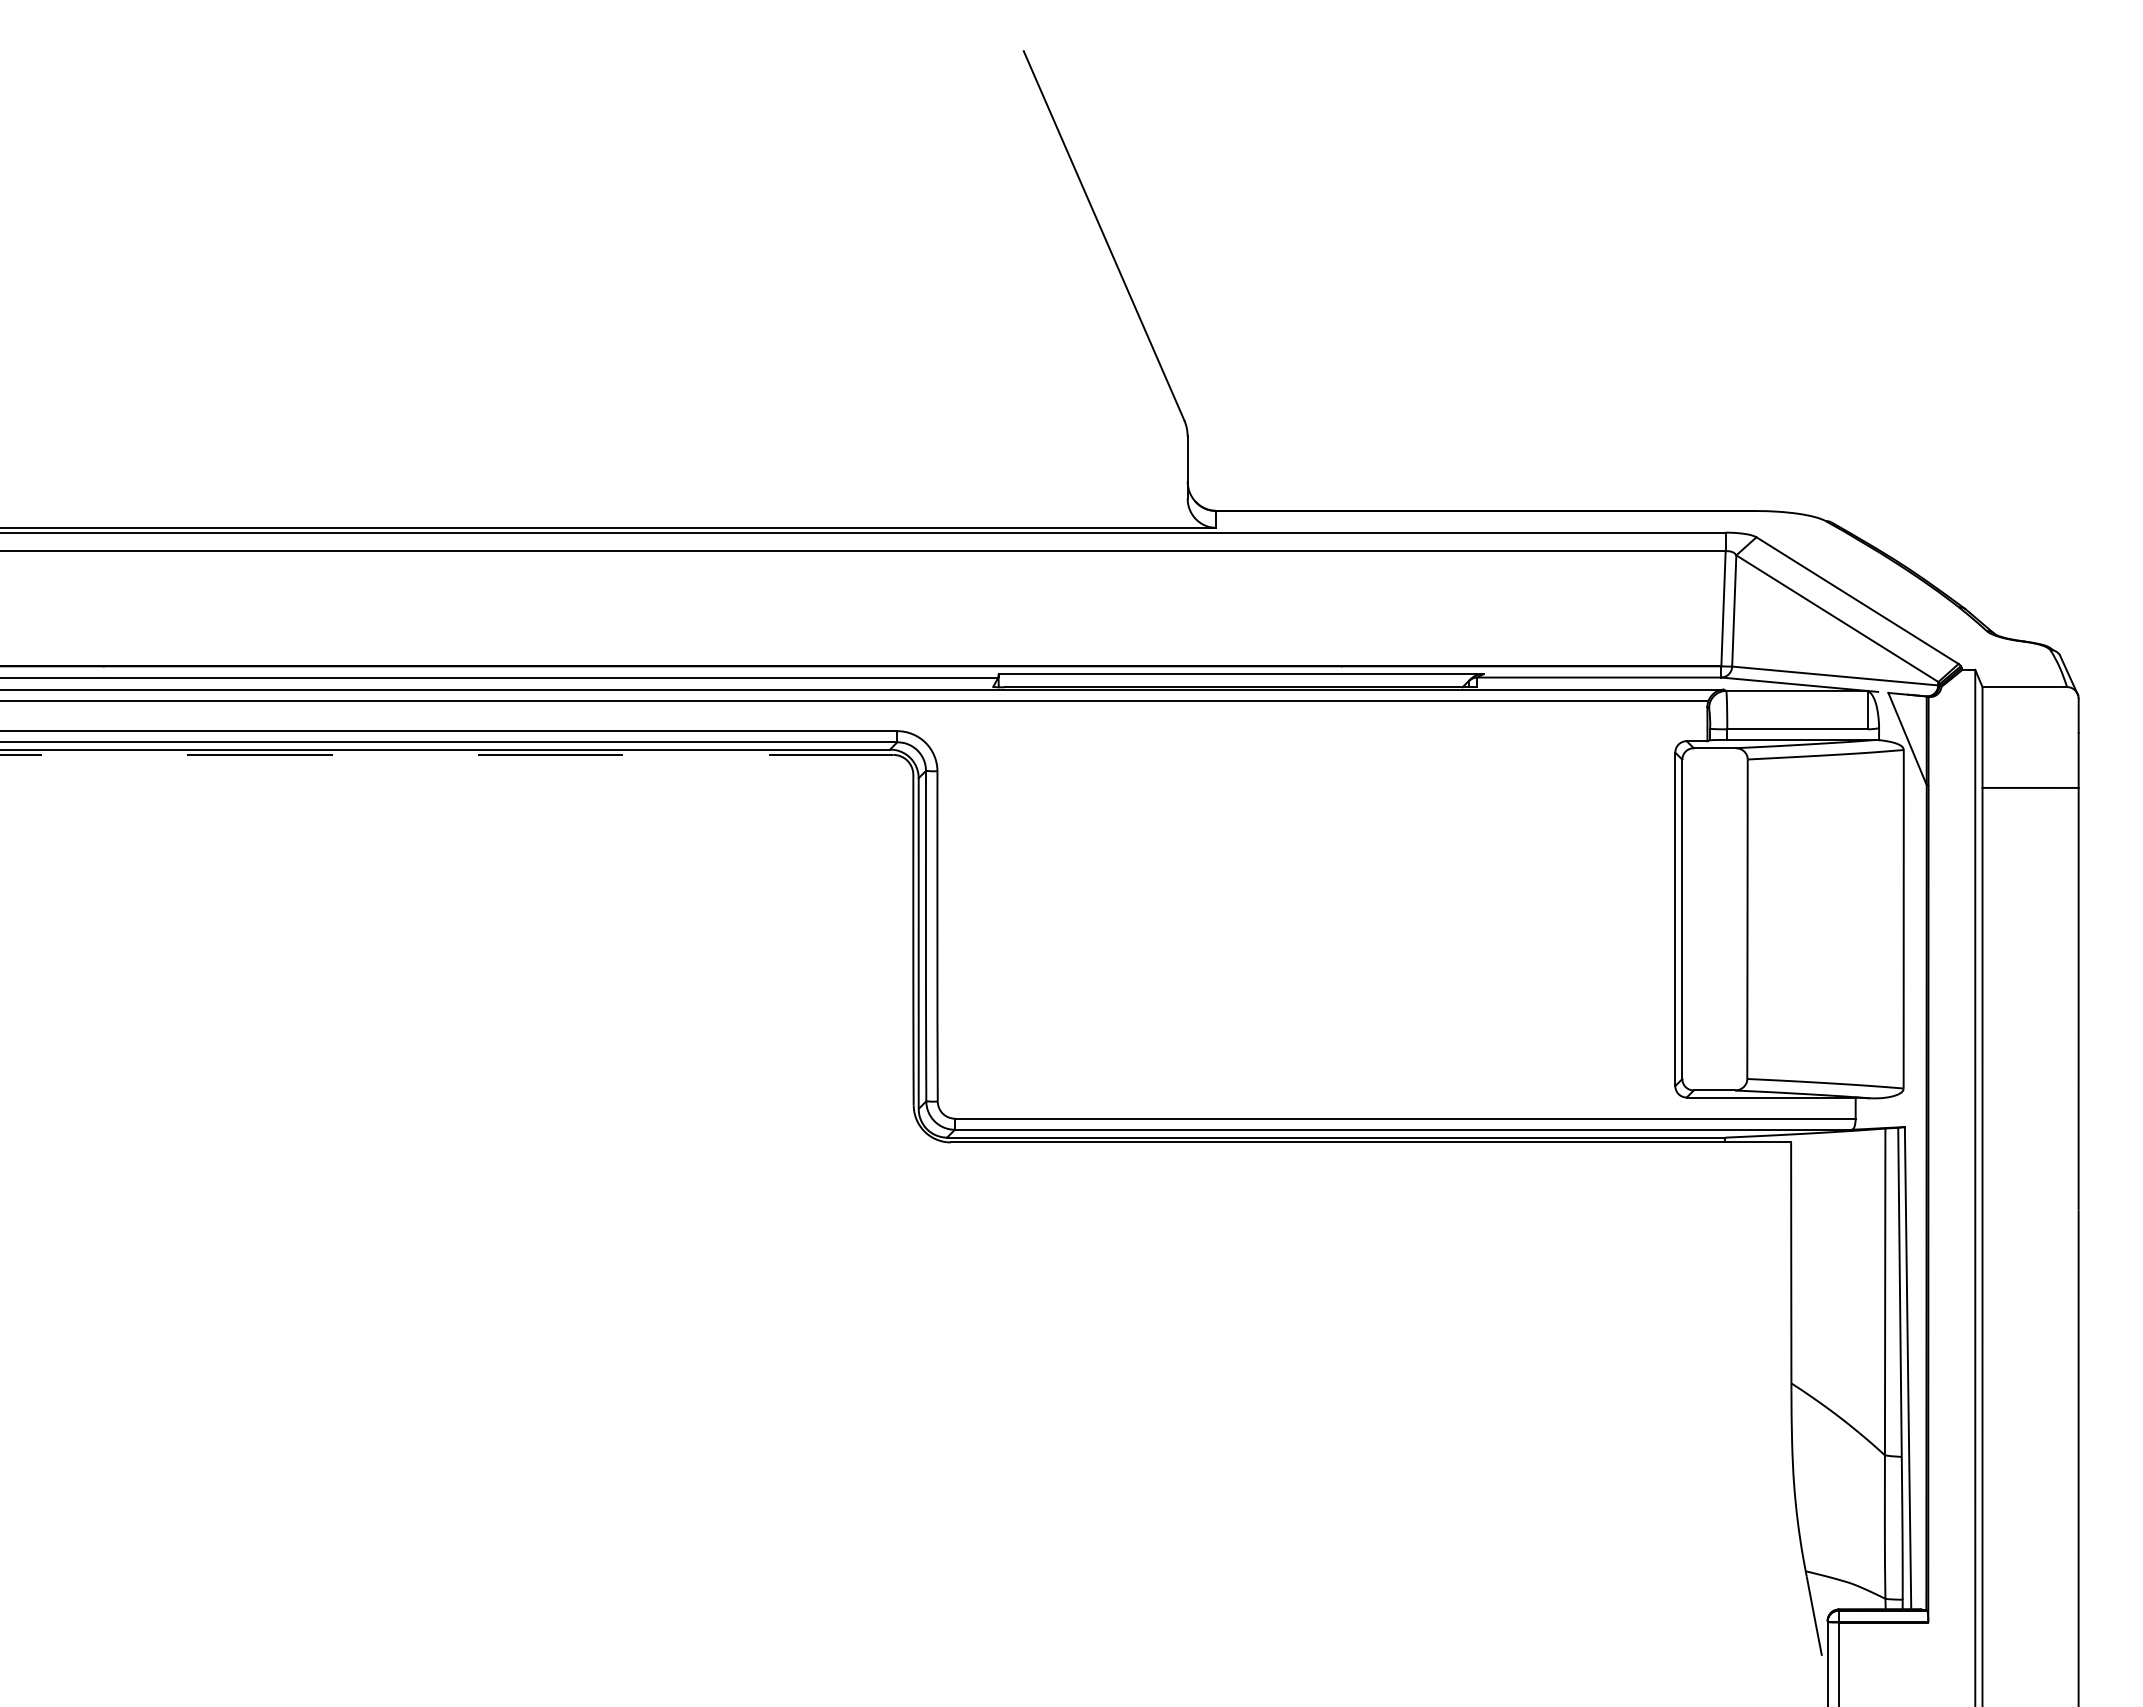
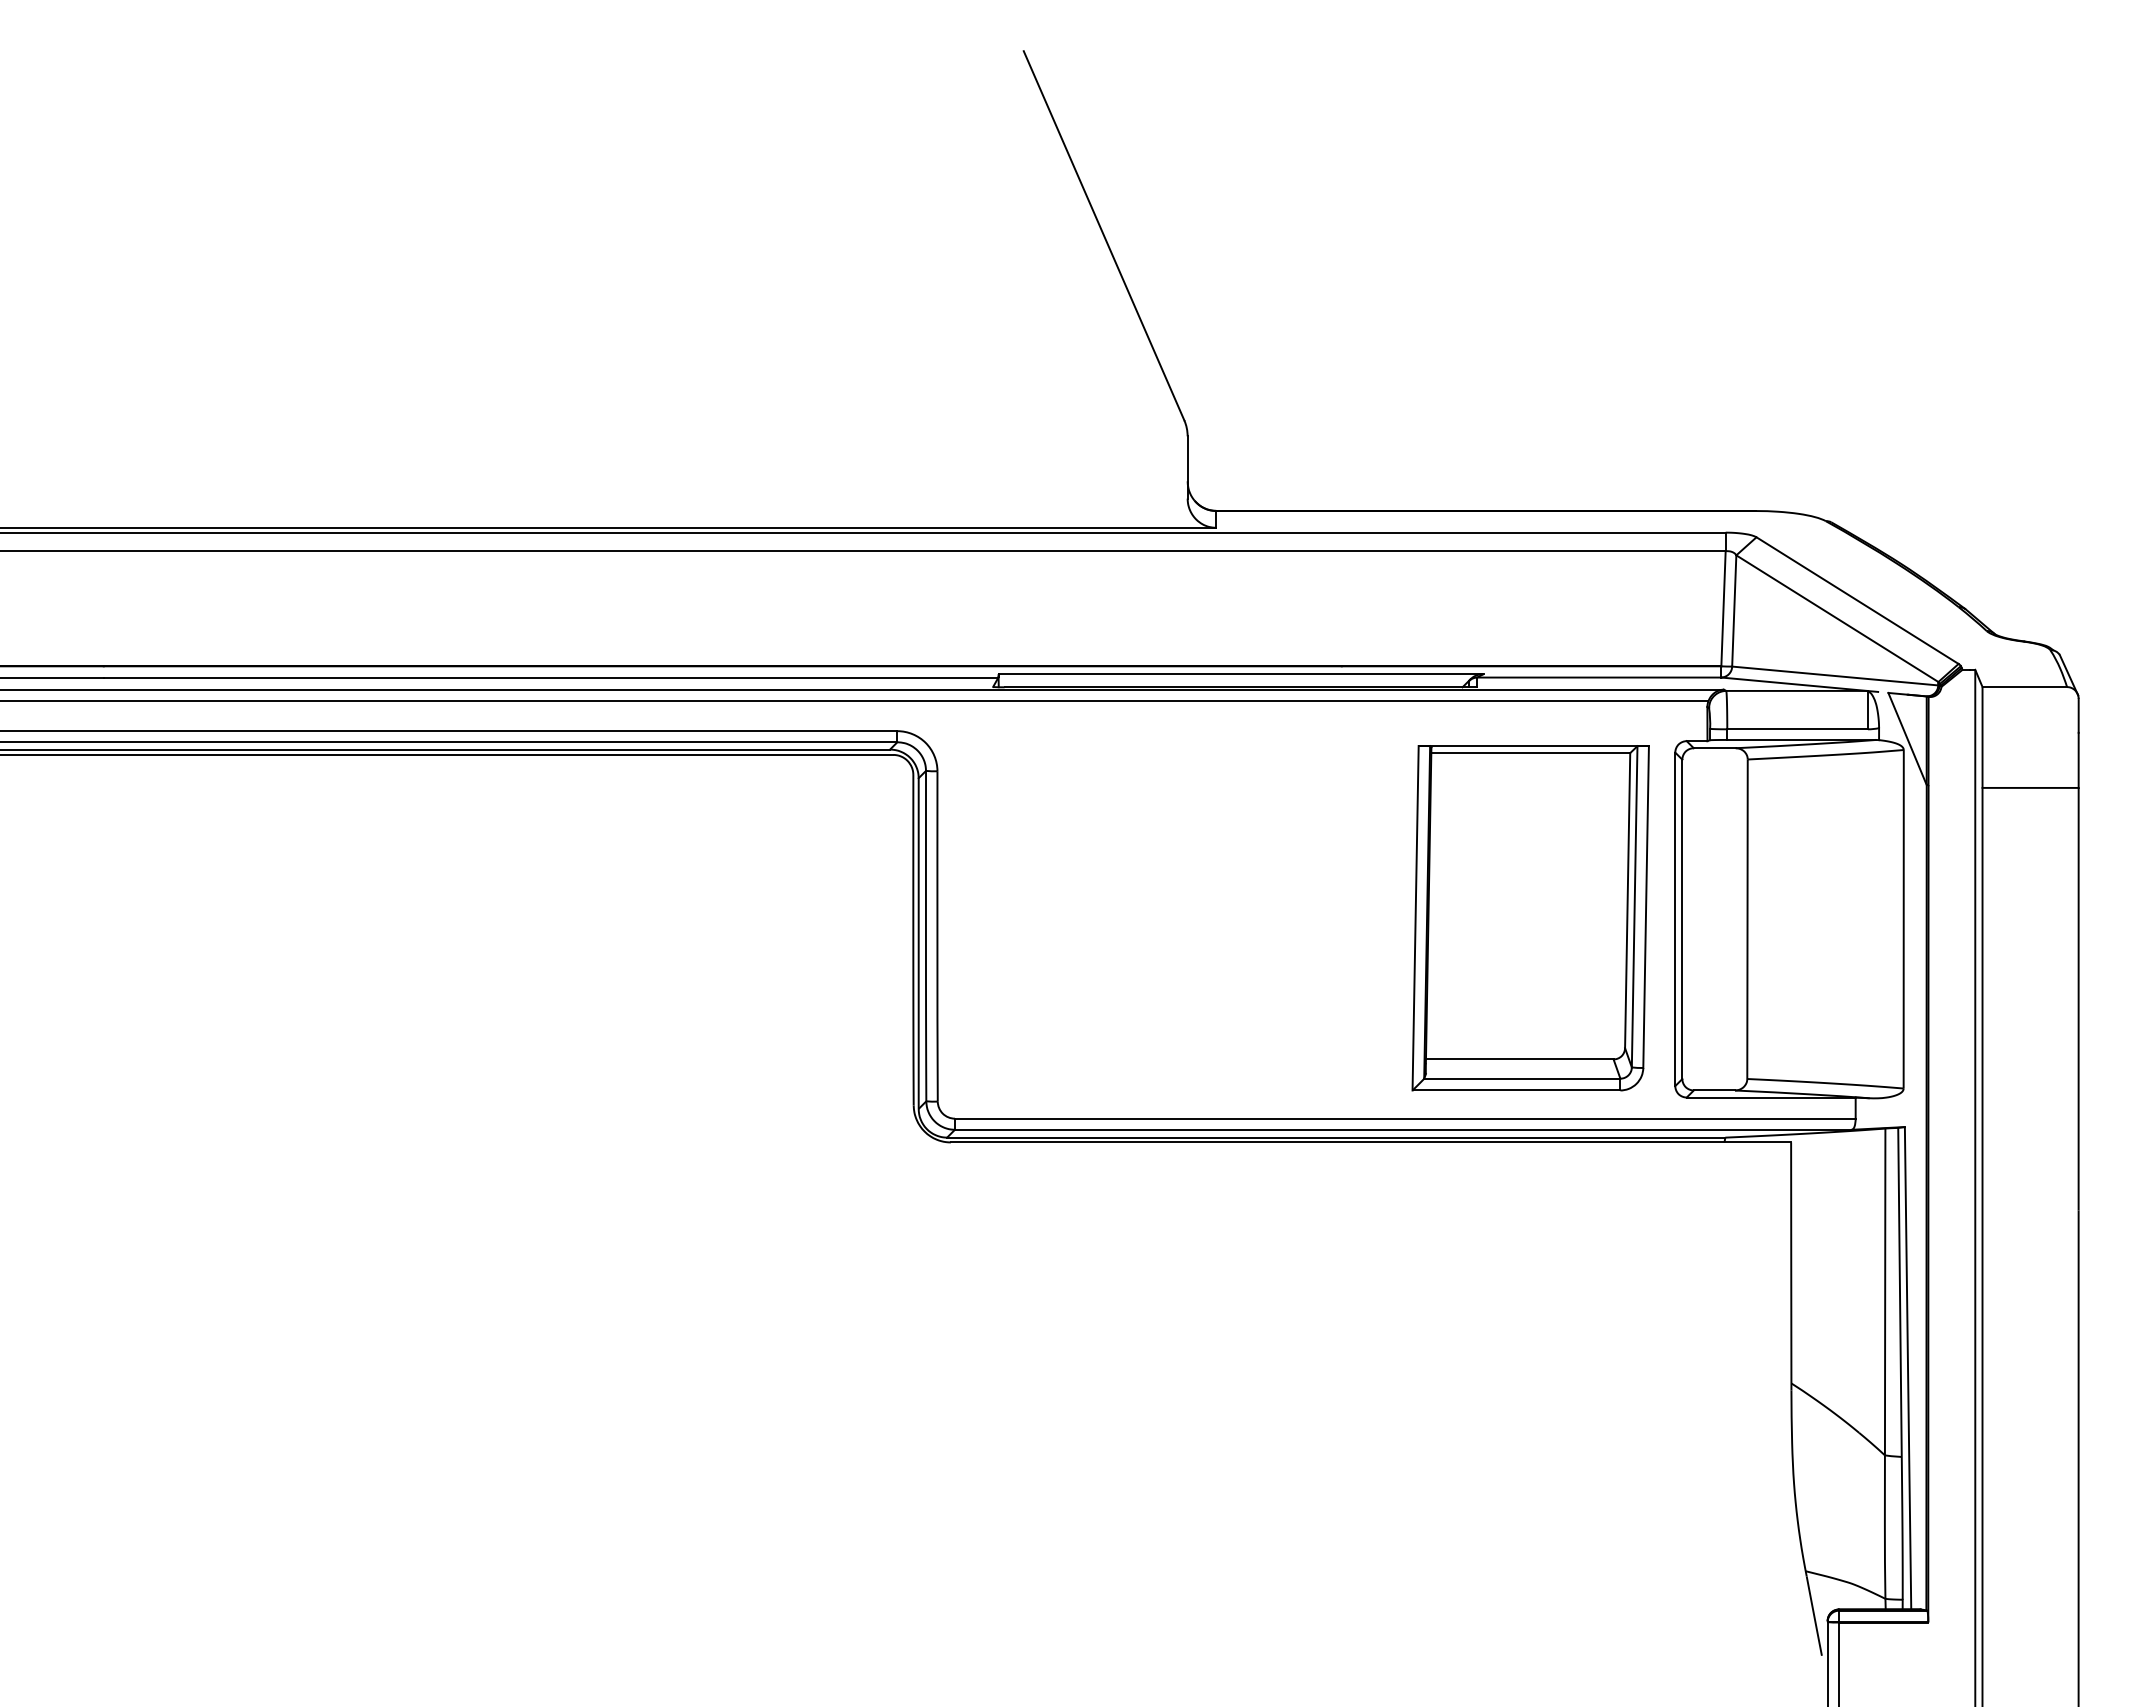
line at (447, 754): dashed -> solid
part at (1530, 918): none -> present
